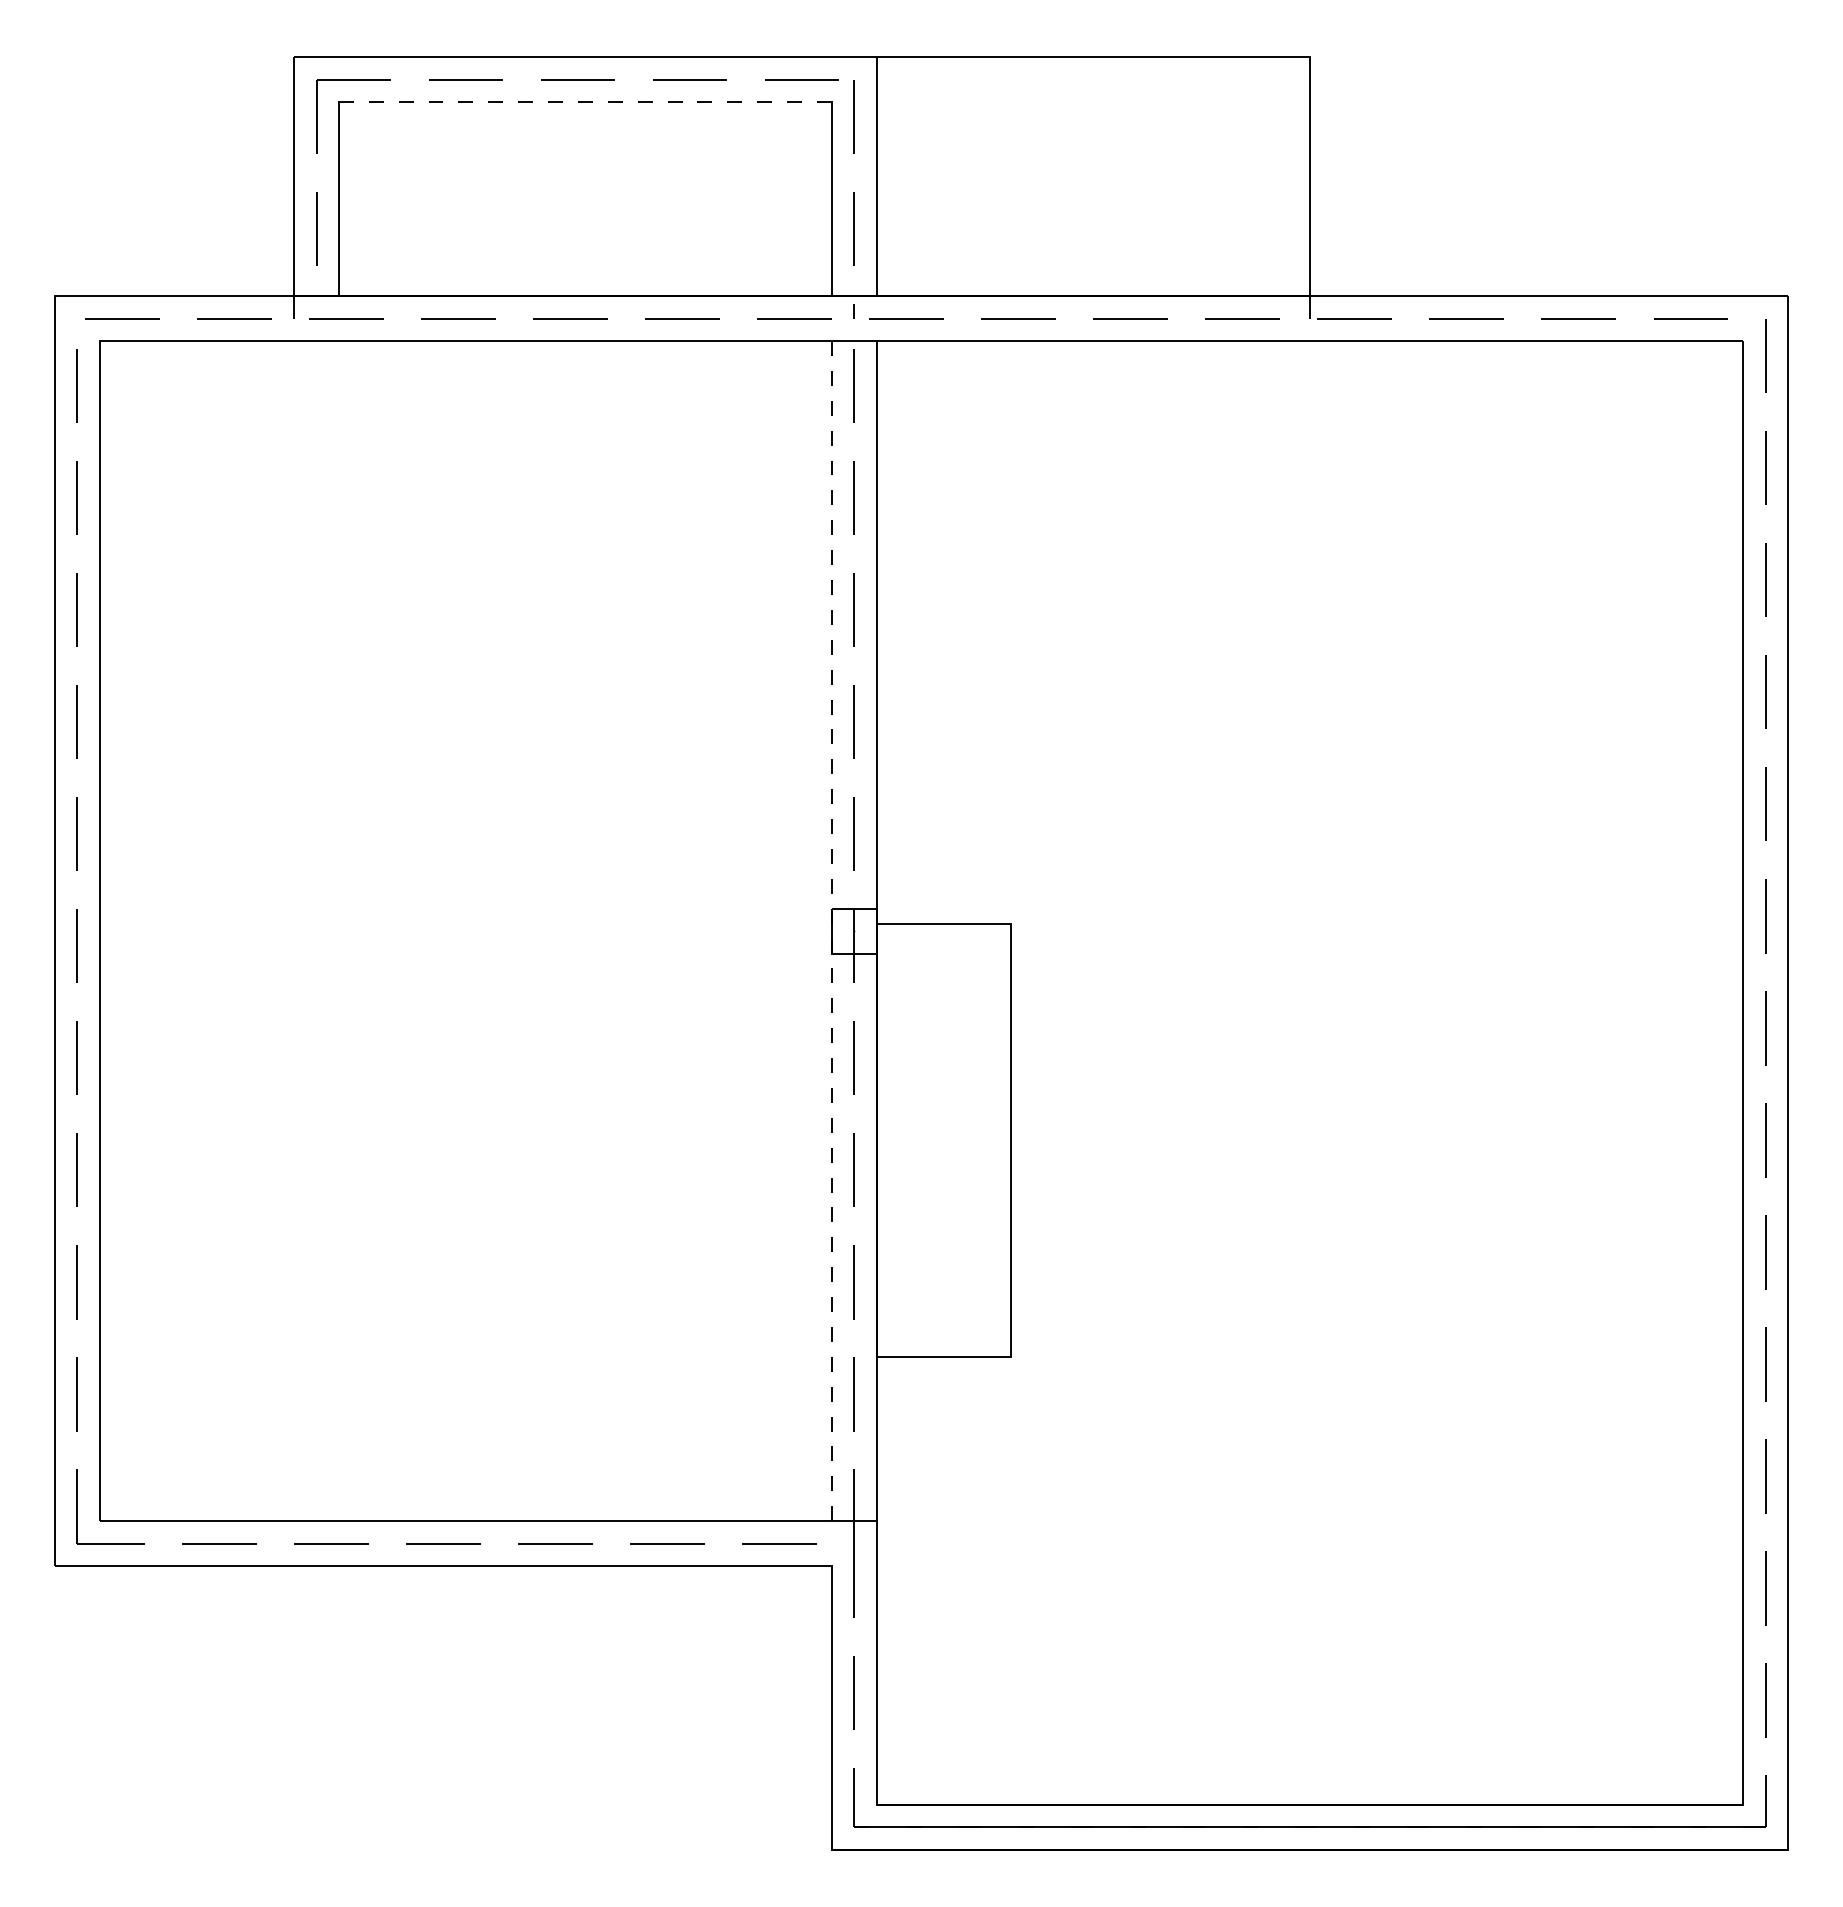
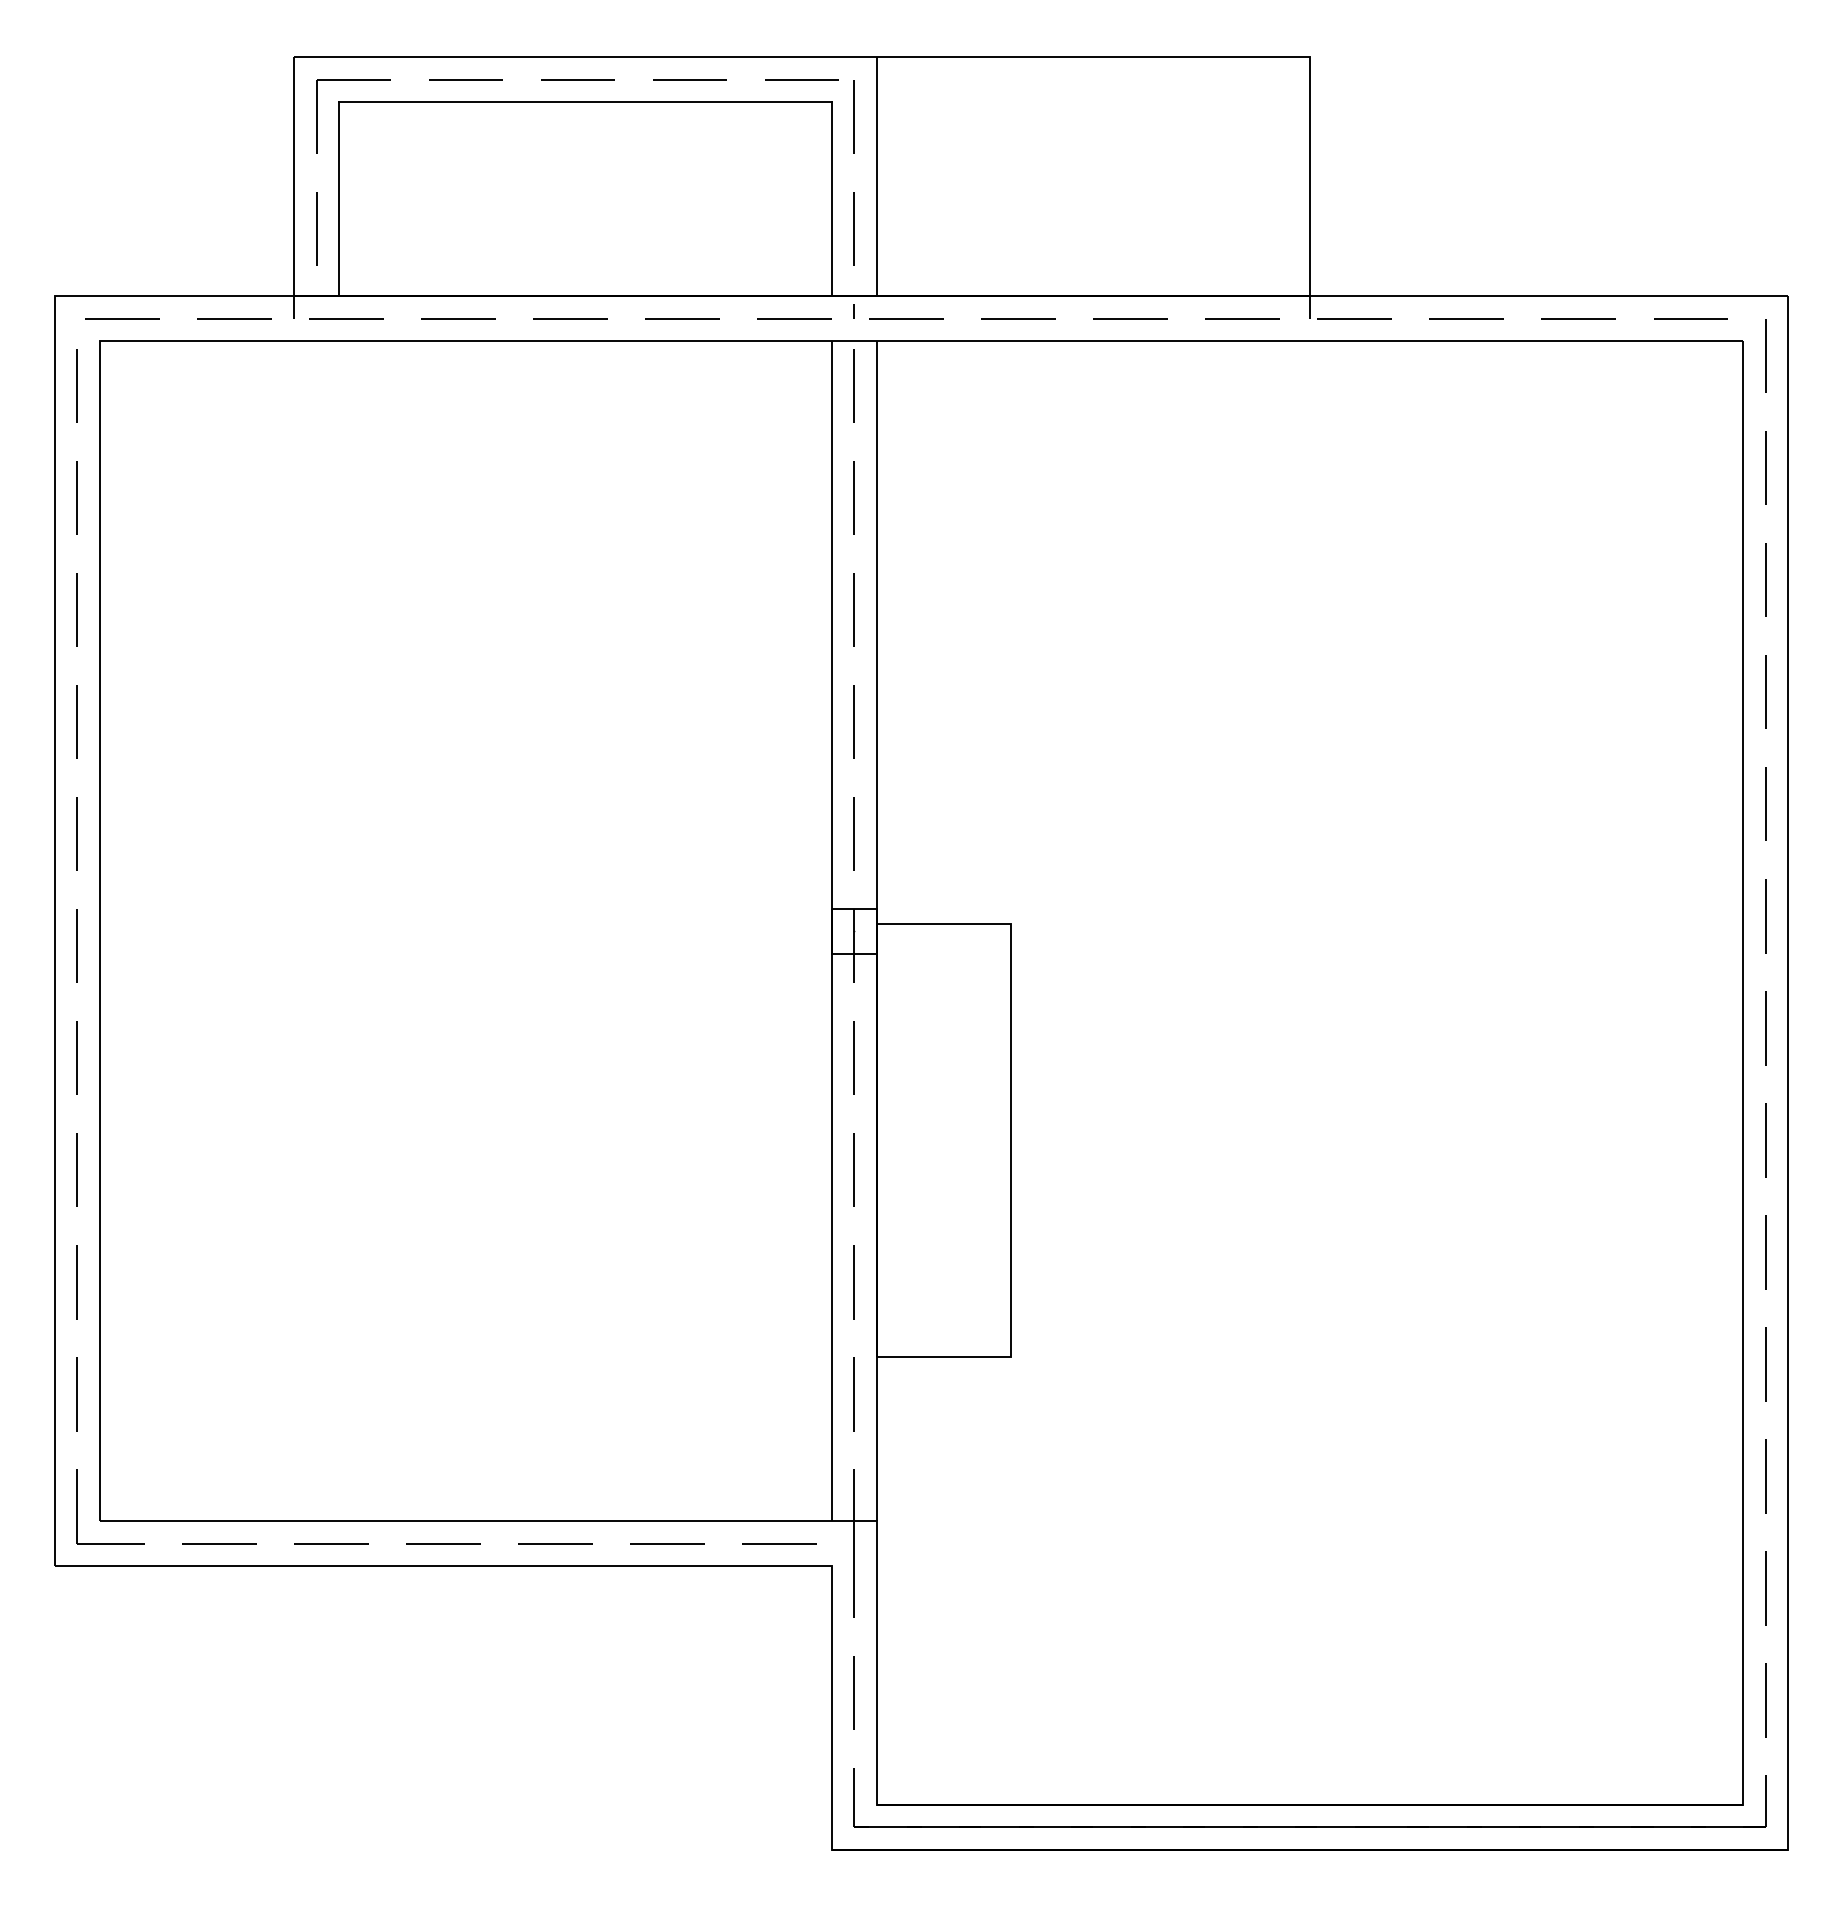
line at (585, 102): dashed -> solid
line at (831, 930): dashed -> solid
